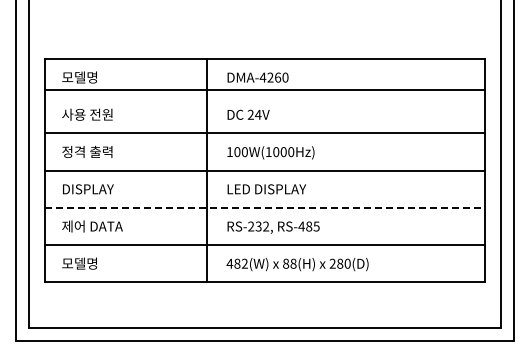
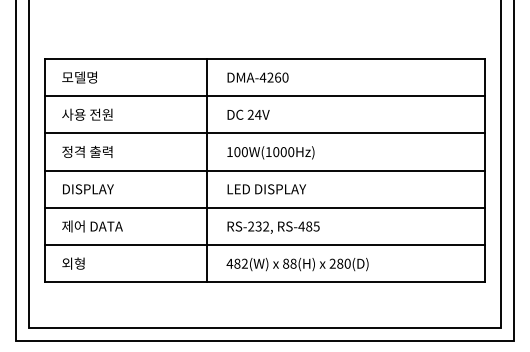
line at (264, 90) position: (264, 90) -> (264, 96)
line at (264, 207): dashed -> solid
text at (79, 263): 모델명 -> 외형
